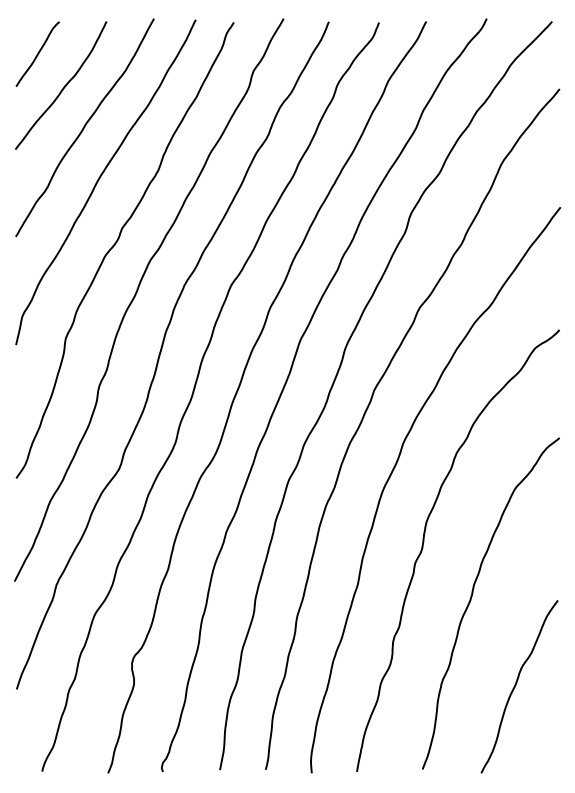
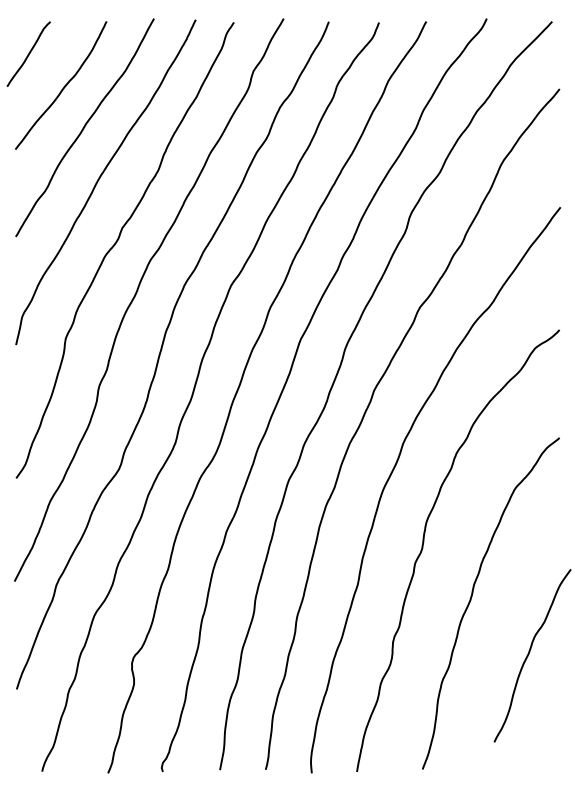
curve at (37, 53) position: (37, 53) -> (28, 53)
curve at (516, 685) position: (516, 685) -> (529, 654)
